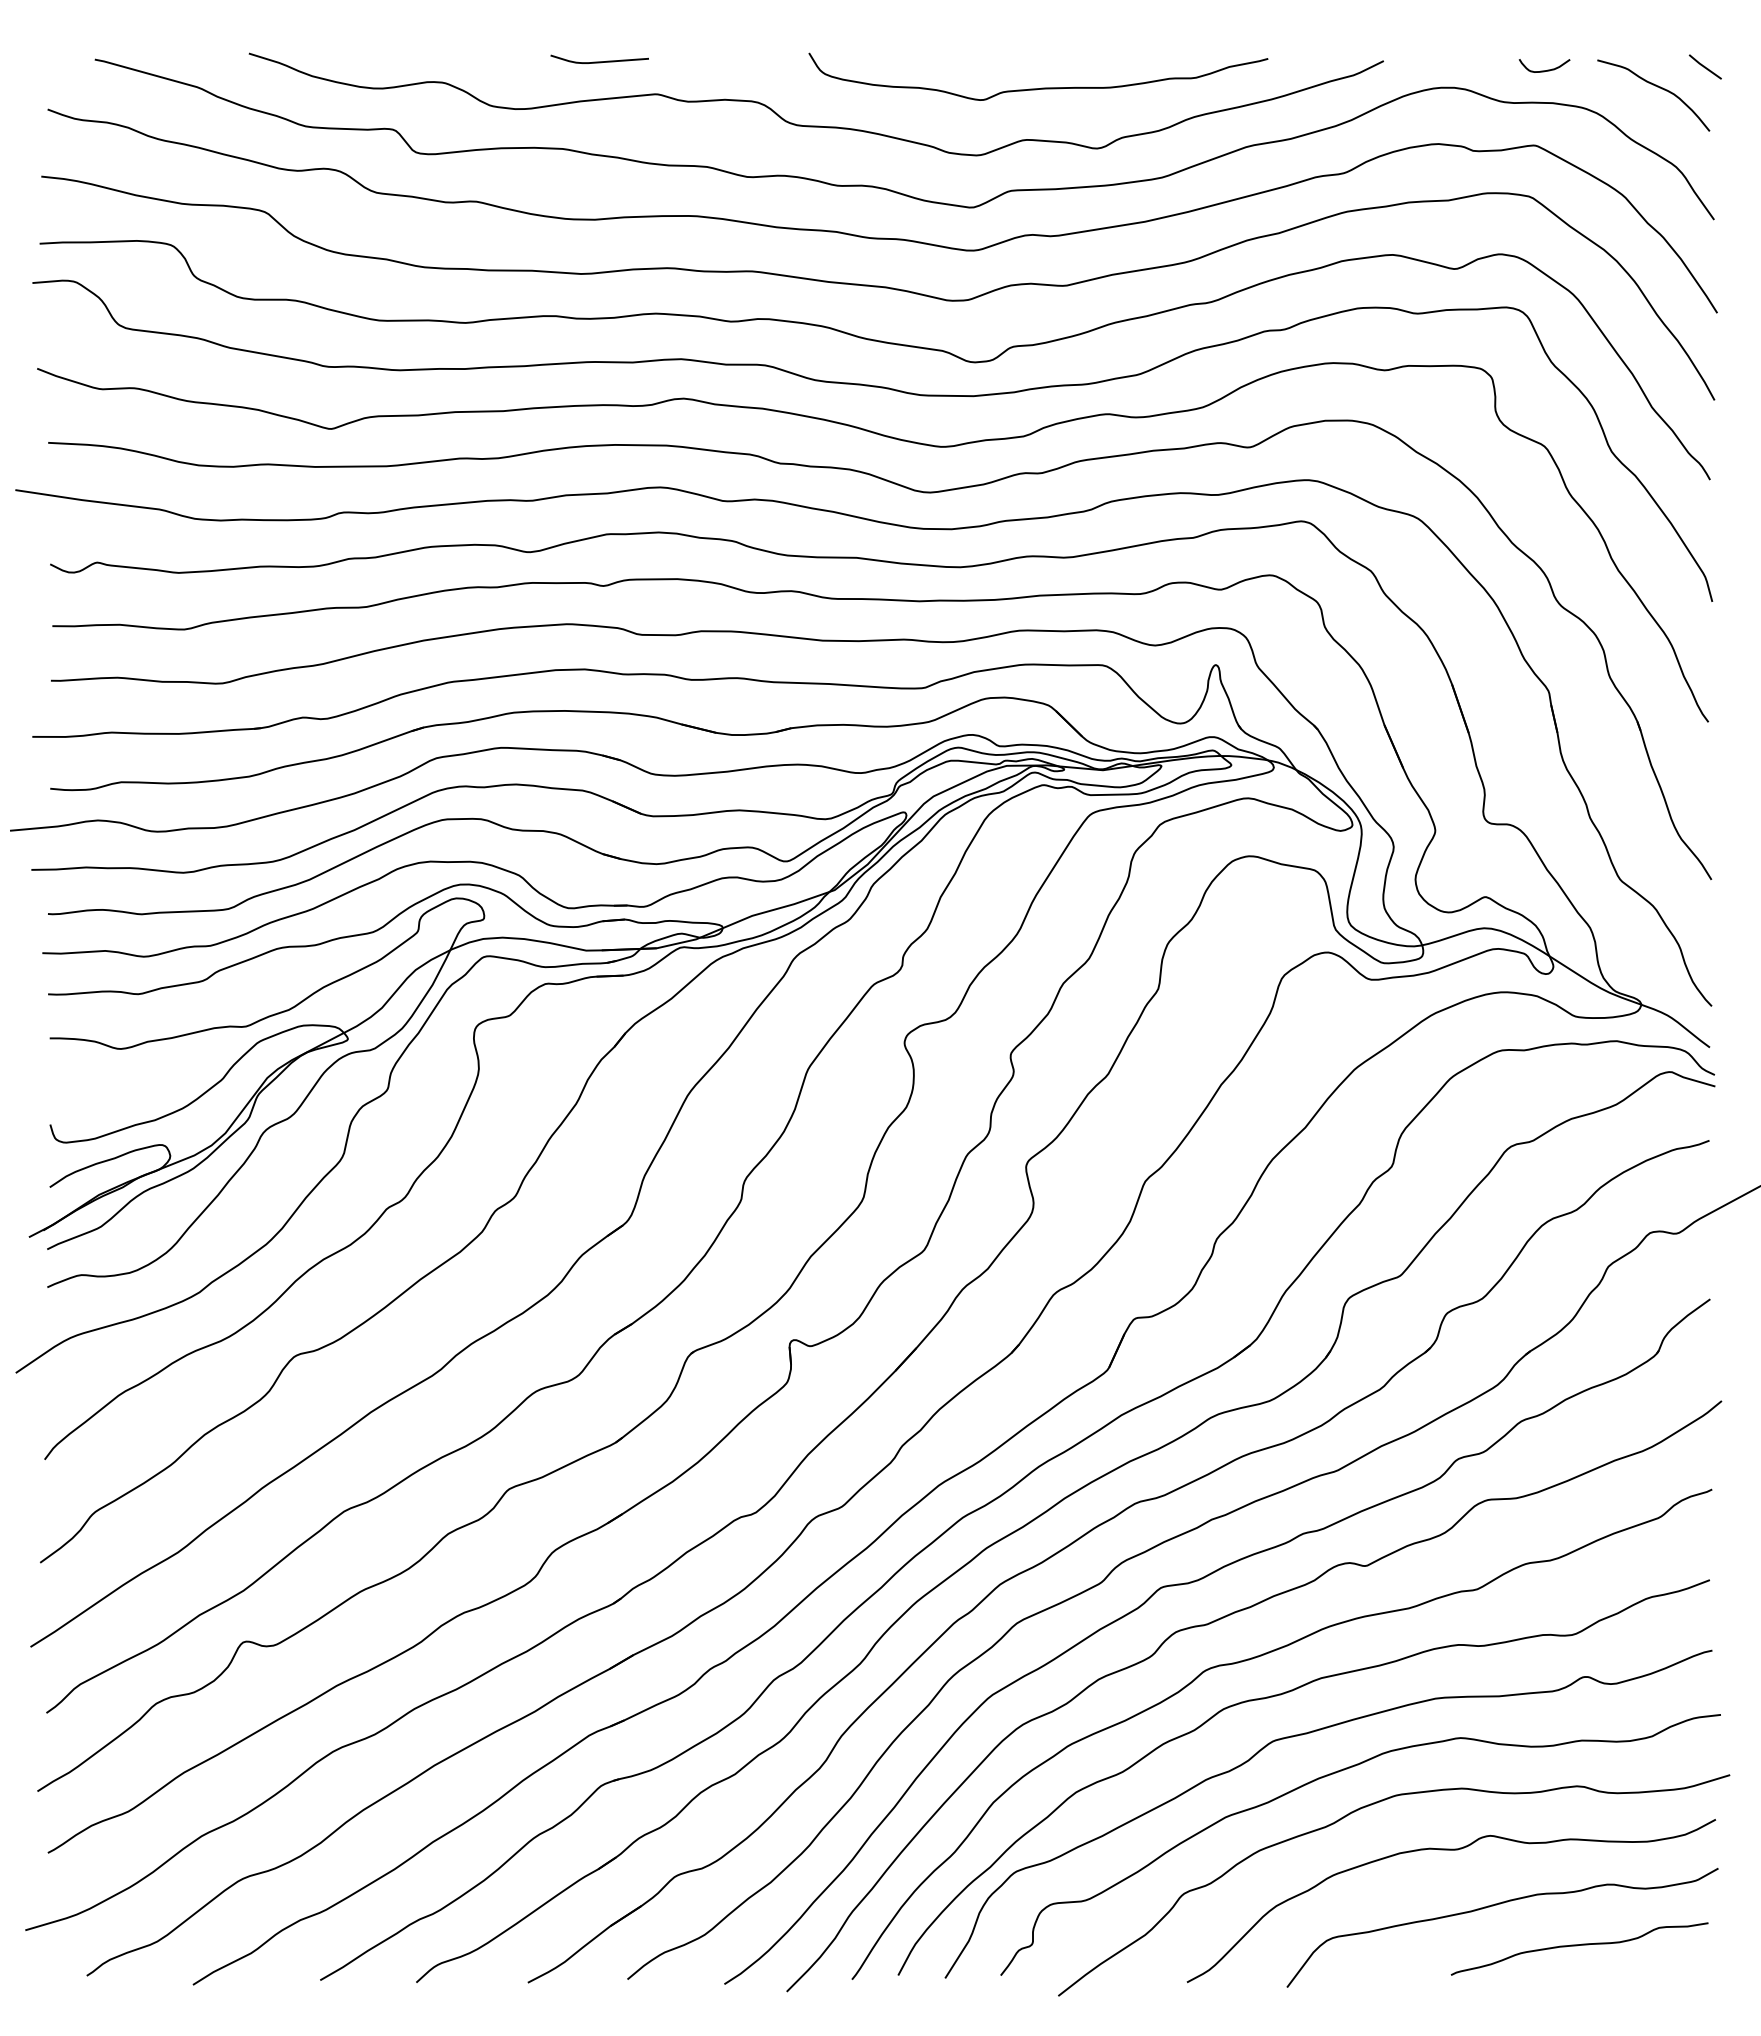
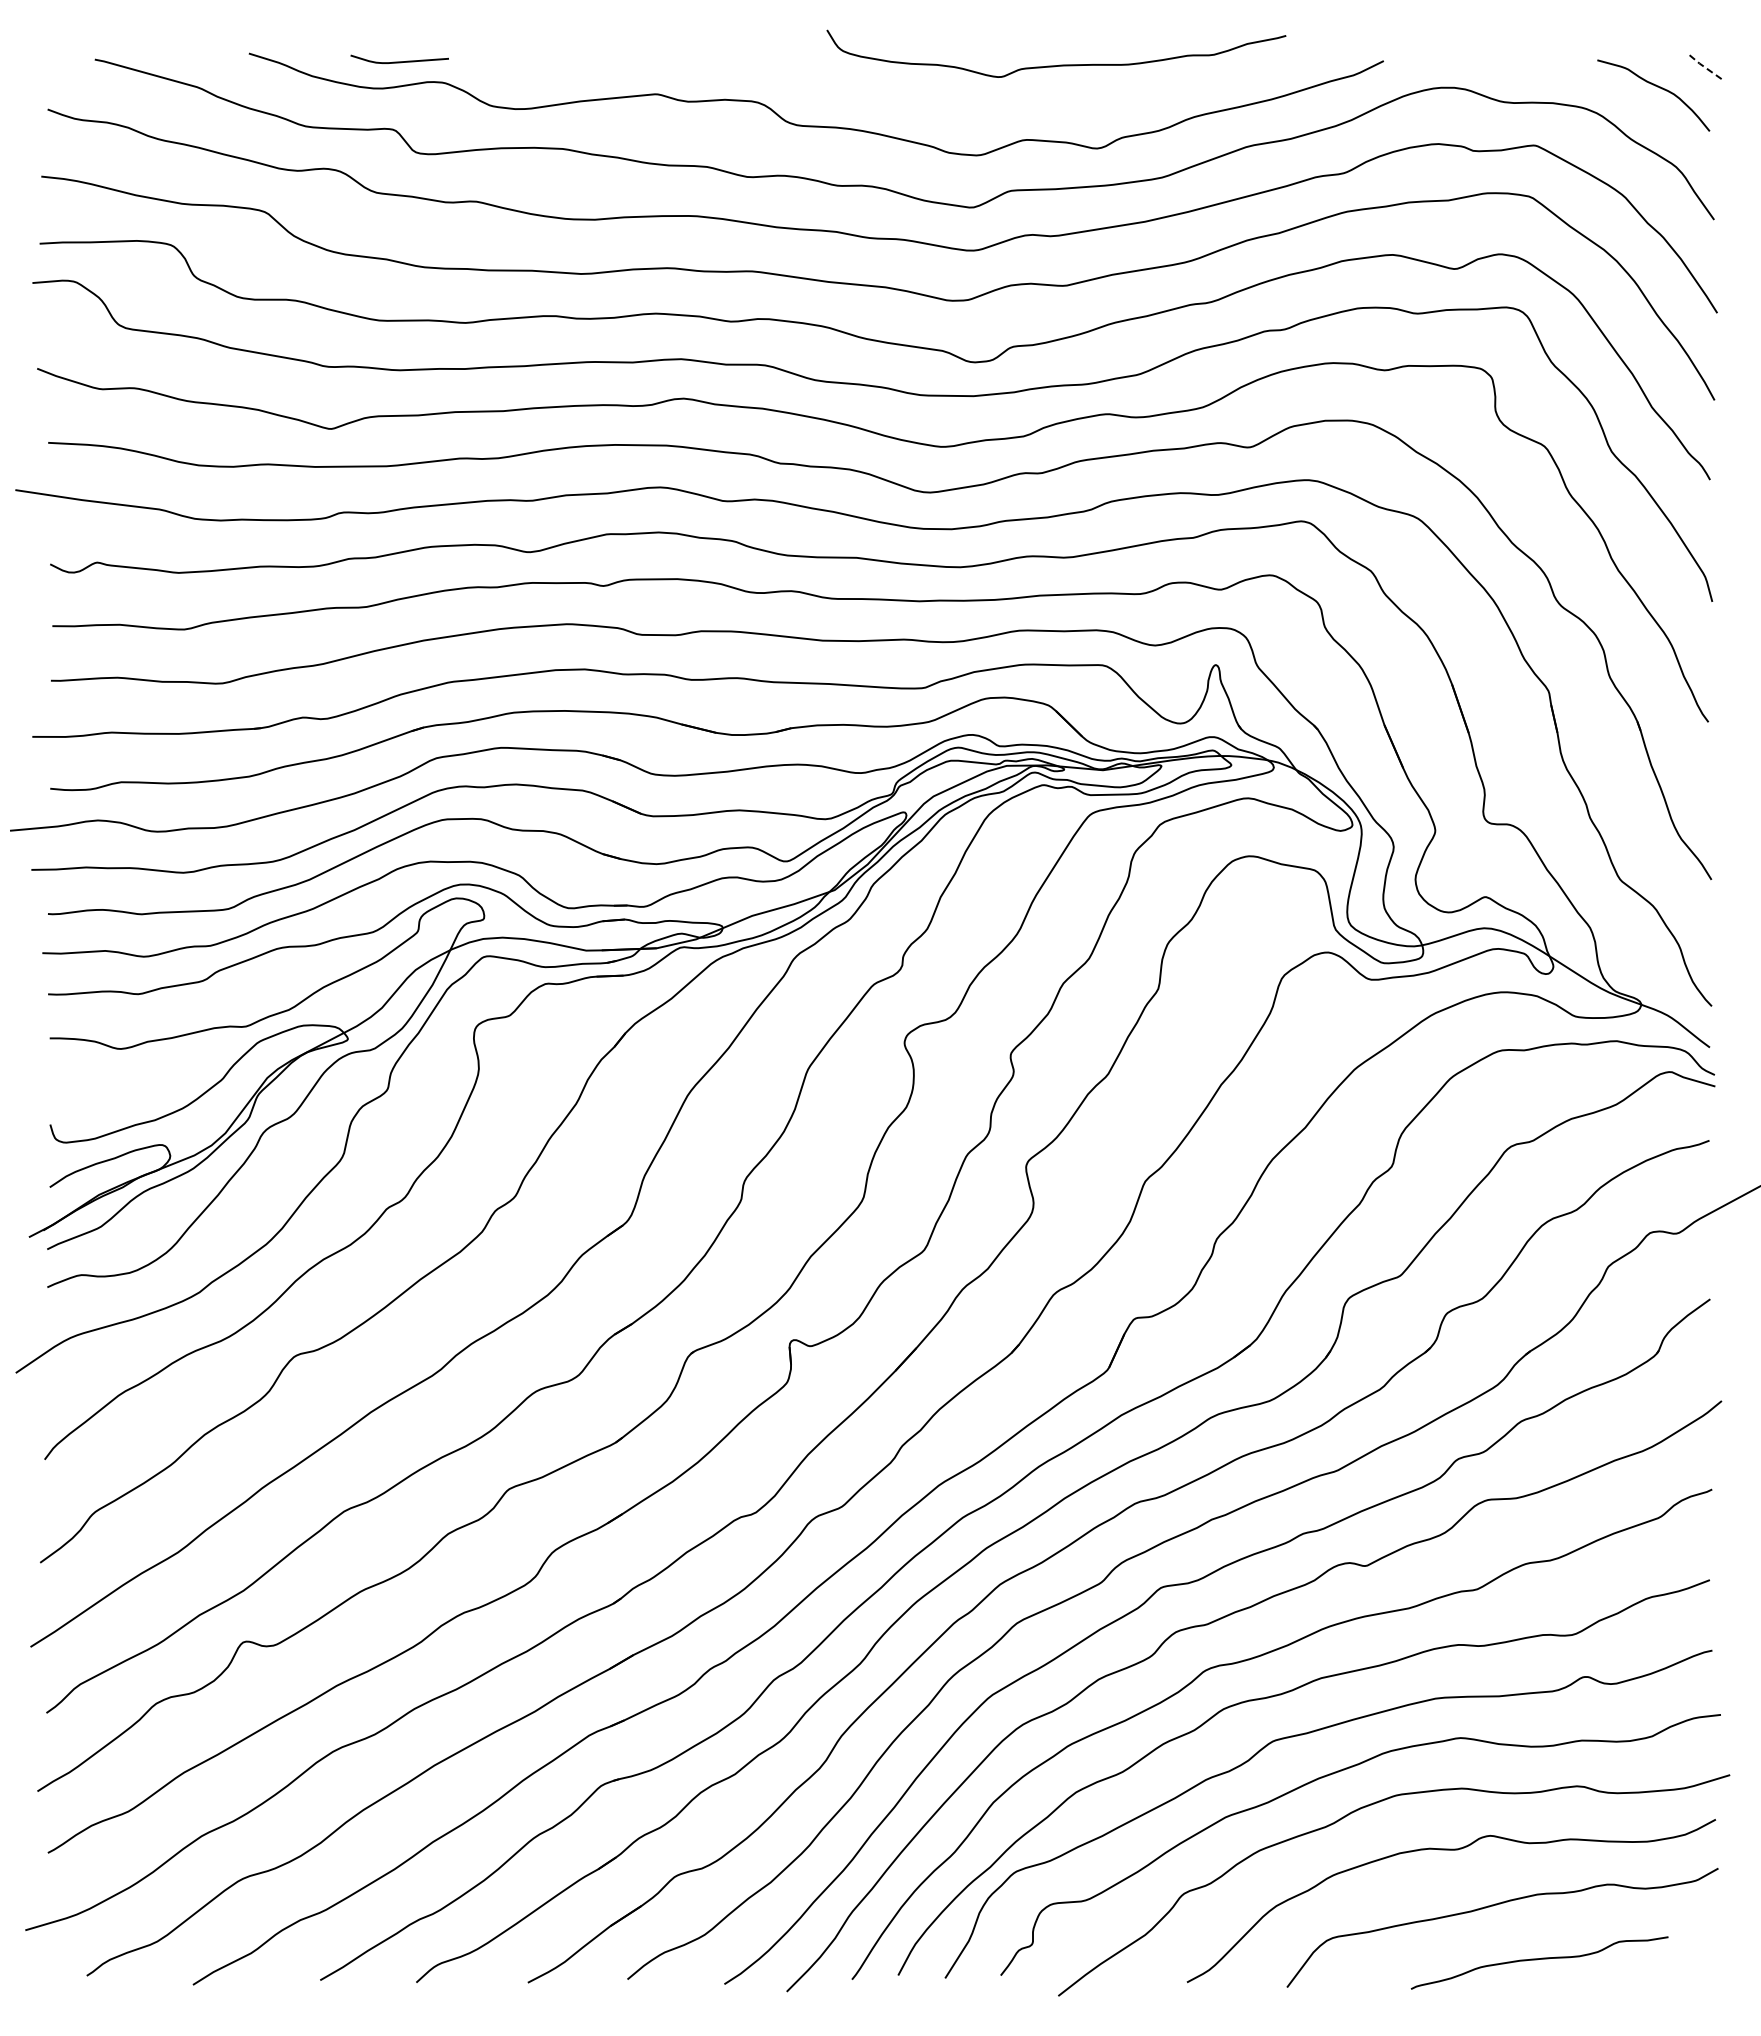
curve at (599, 61) position: (599, 61) -> (399, 61)
line at (1704, 66): solid -> dashed
curve at (1547, 69): present -> none
curve at (1041, 87) position: (1041, 87) -> (1059, 64)
curve at (1577, 1946) position: (1577, 1946) -> (1537, 1960)
